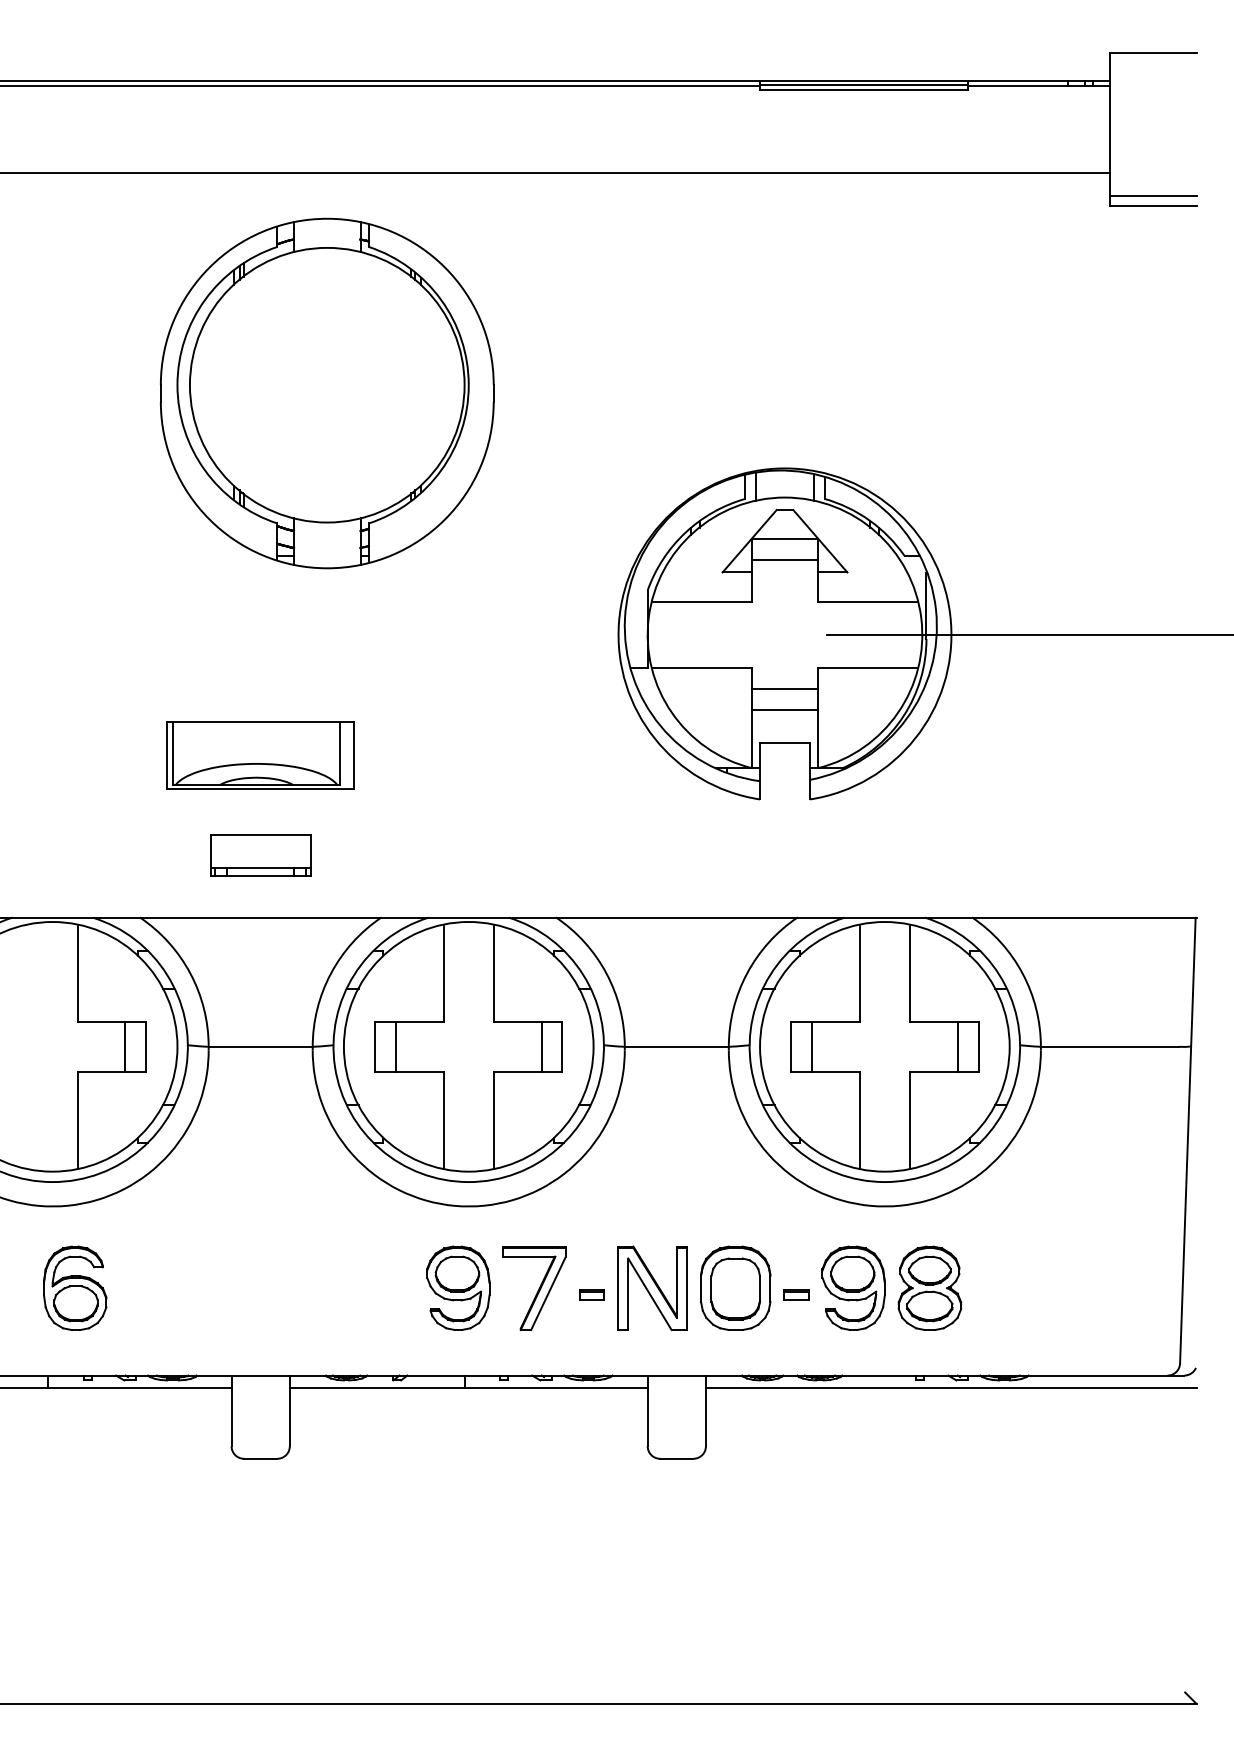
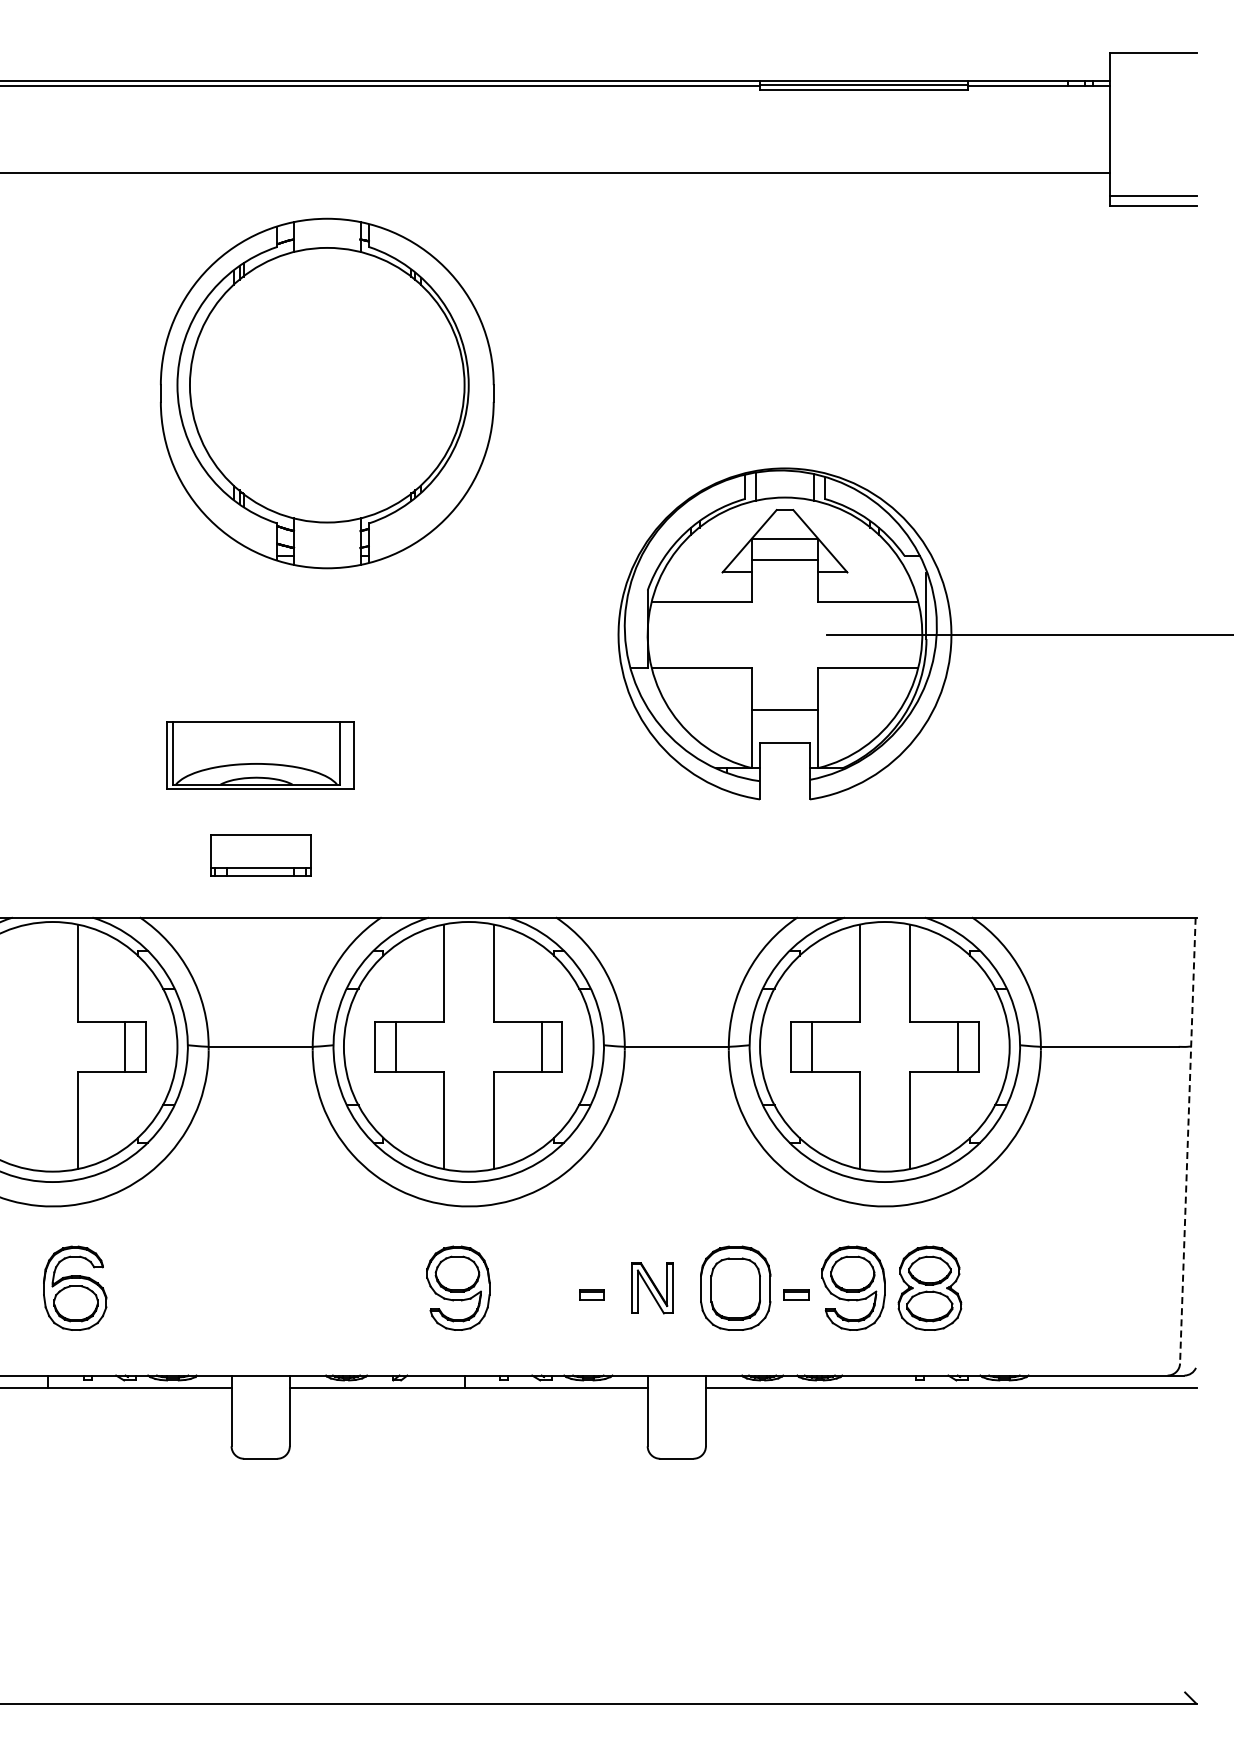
line at (784, 688): present -> none
line at (1187, 1140): solid -> dashed
part at (534, 1288): present -> none
part at (652, 1288) size: 71x87 px -> 43x53 px
